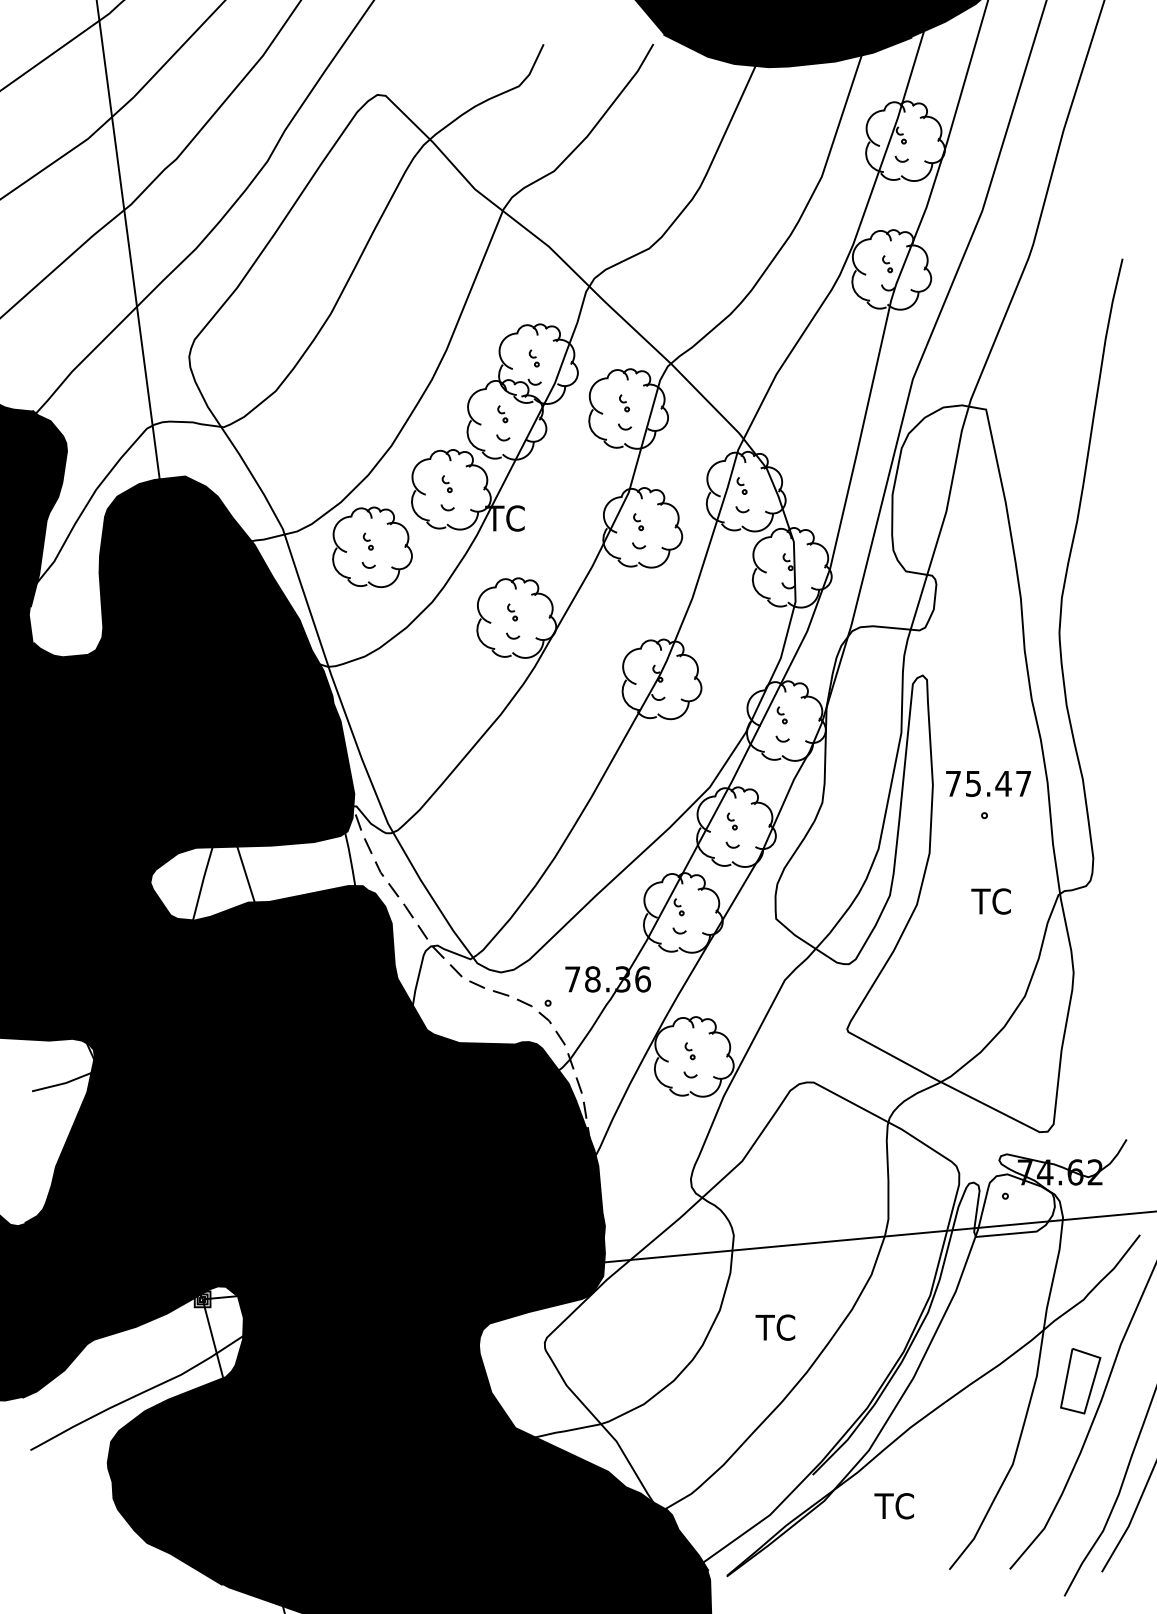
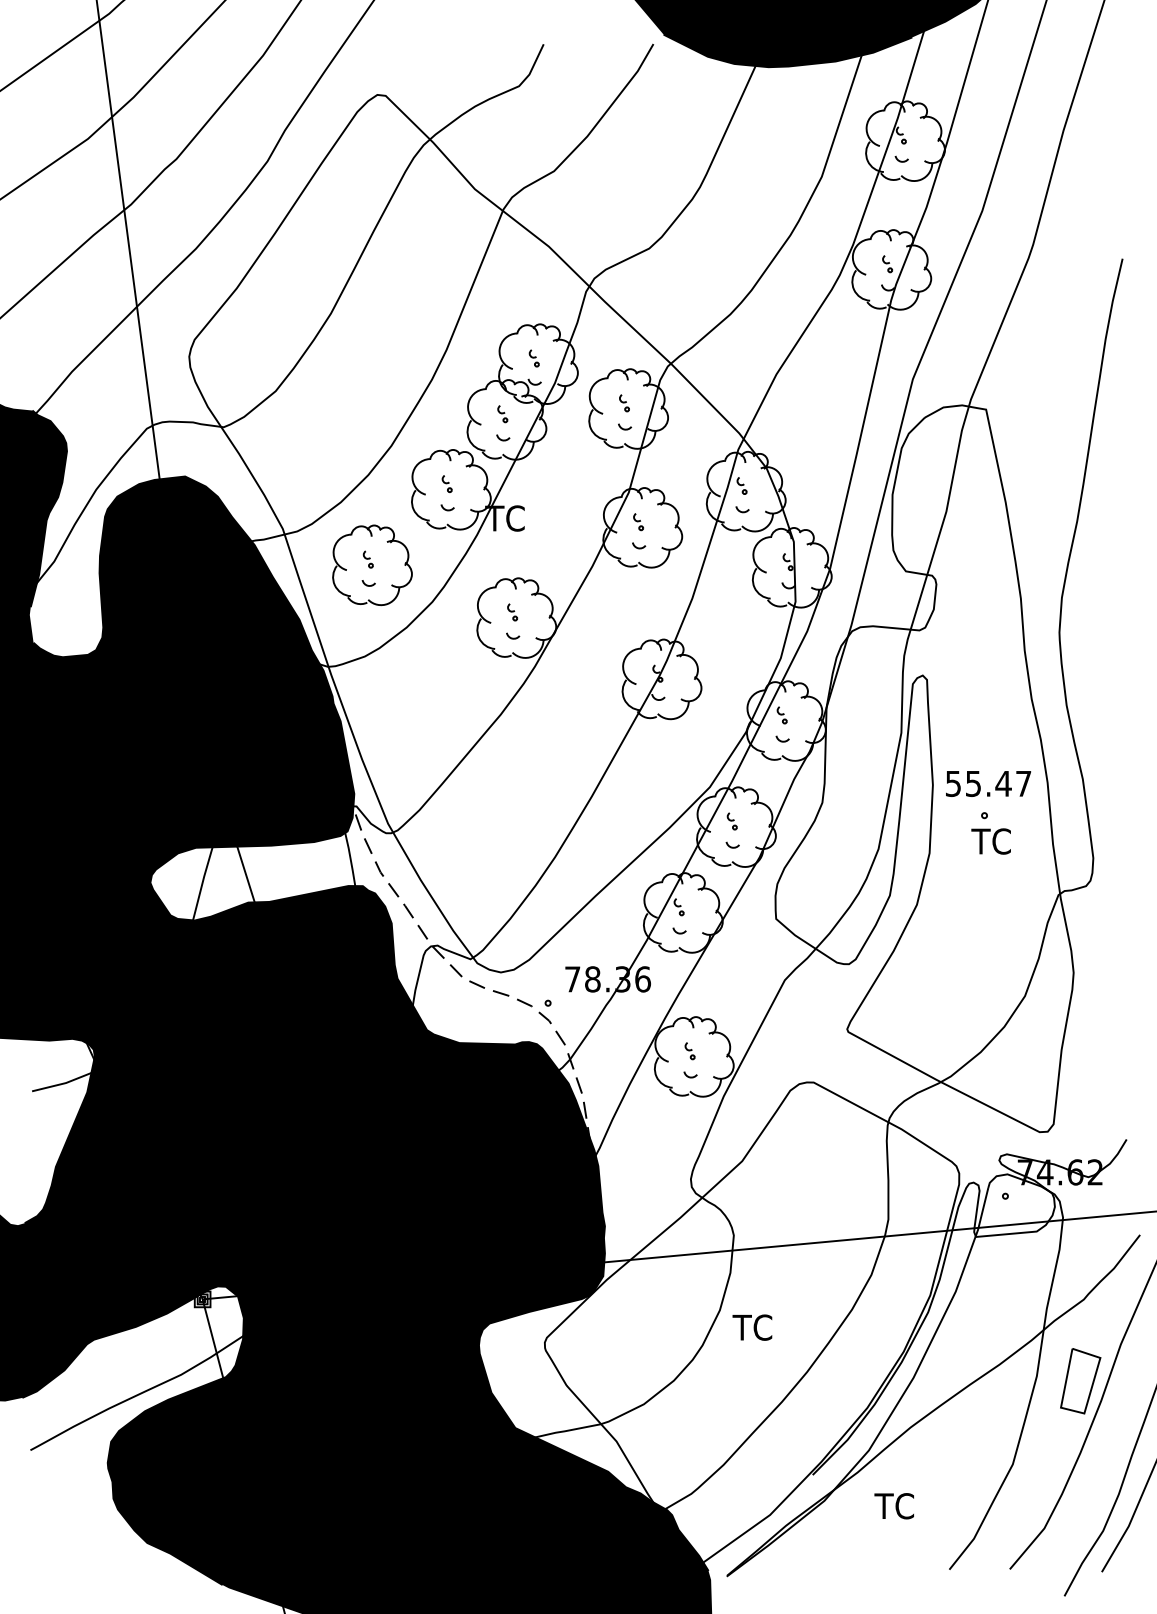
part at (372, 547) position: (372, 547) -> (372, 565)
text at (953, 783): 75.47 -> 55.47
text at (990, 901) position: (990, 901) -> (990, 841)
text at (775, 1327) position: (775, 1327) -> (752, 1327)
